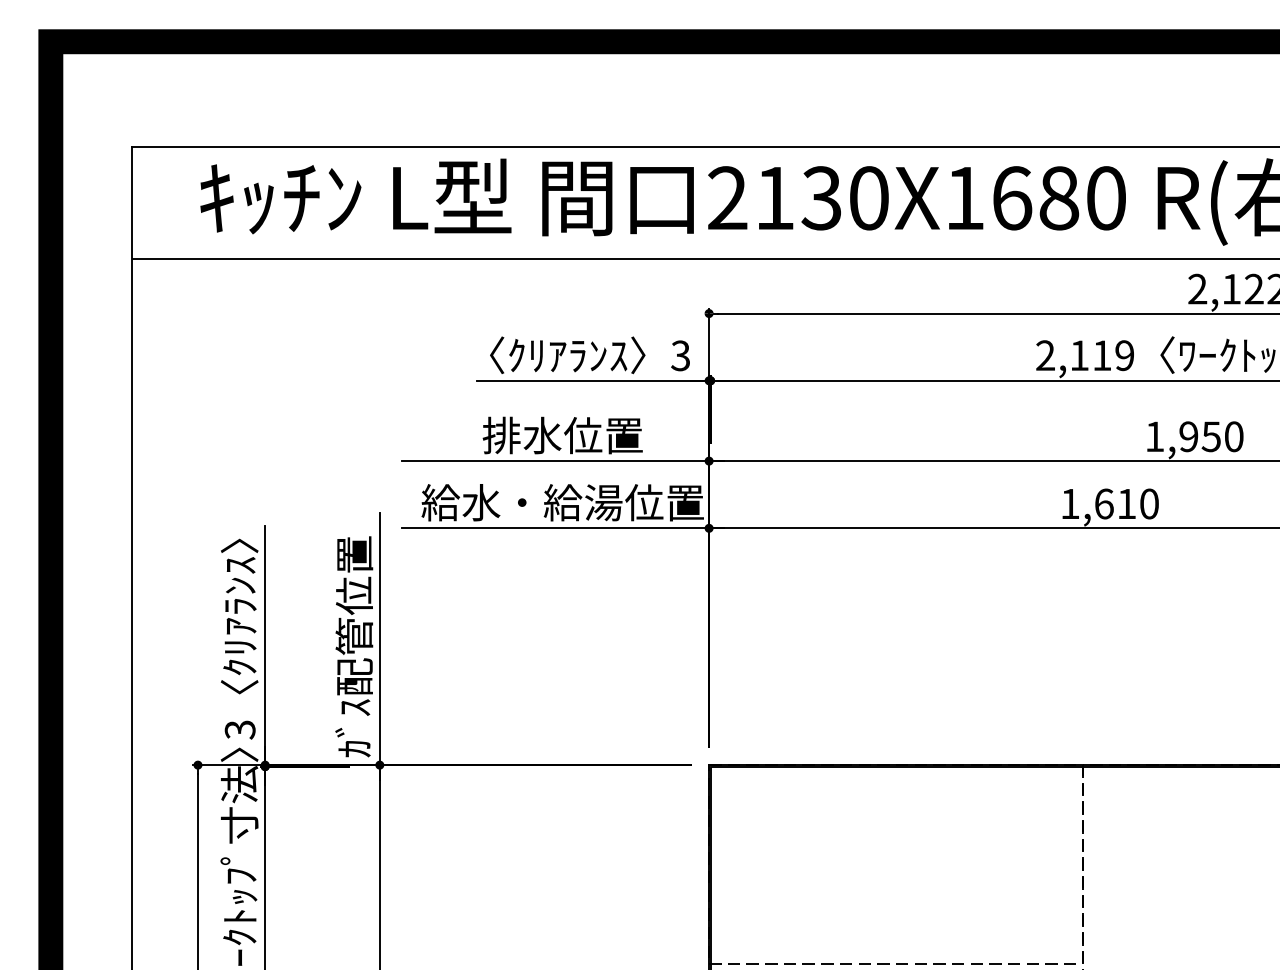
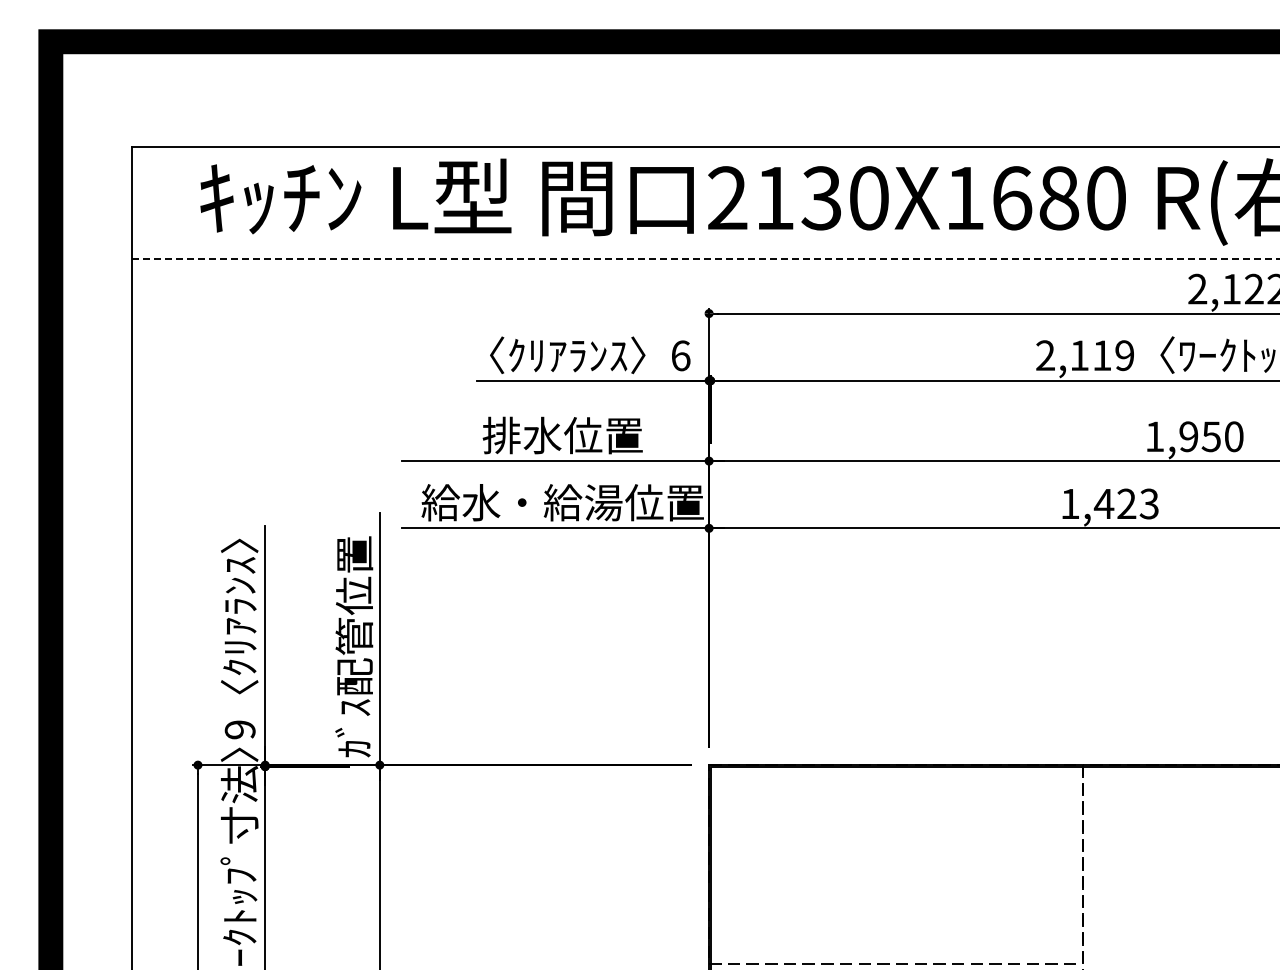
line at (705, 259): solid -> dashed
text at (680, 355): 3 -> 6
text at (1125, 503): 1,610 -> 1,423
text at (240, 729): 3 -> 9
